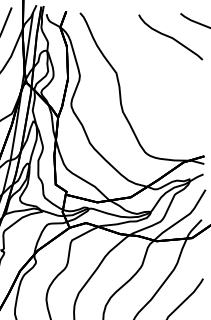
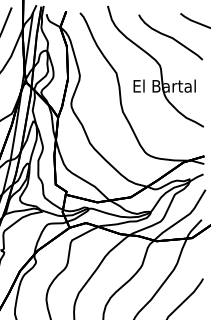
part at (155, 66): none -> present
